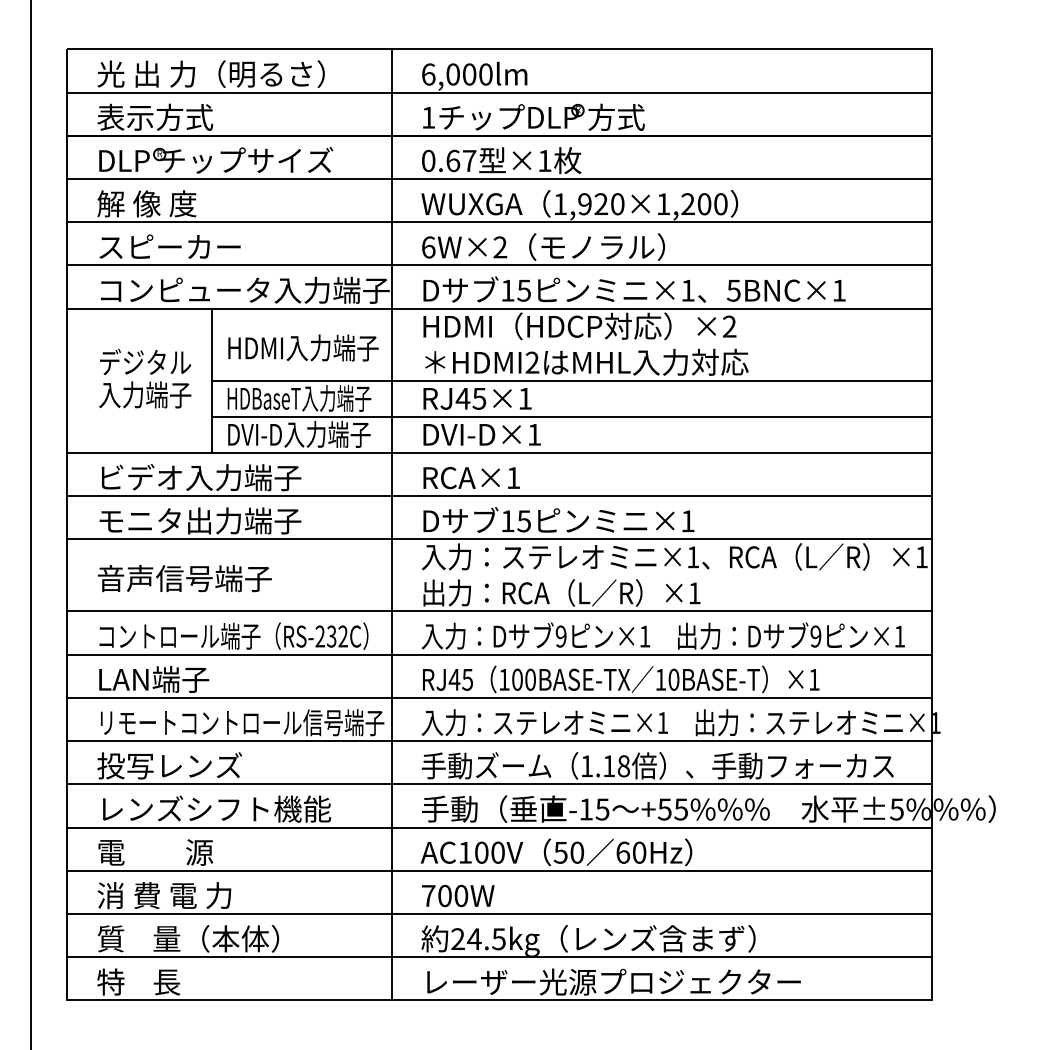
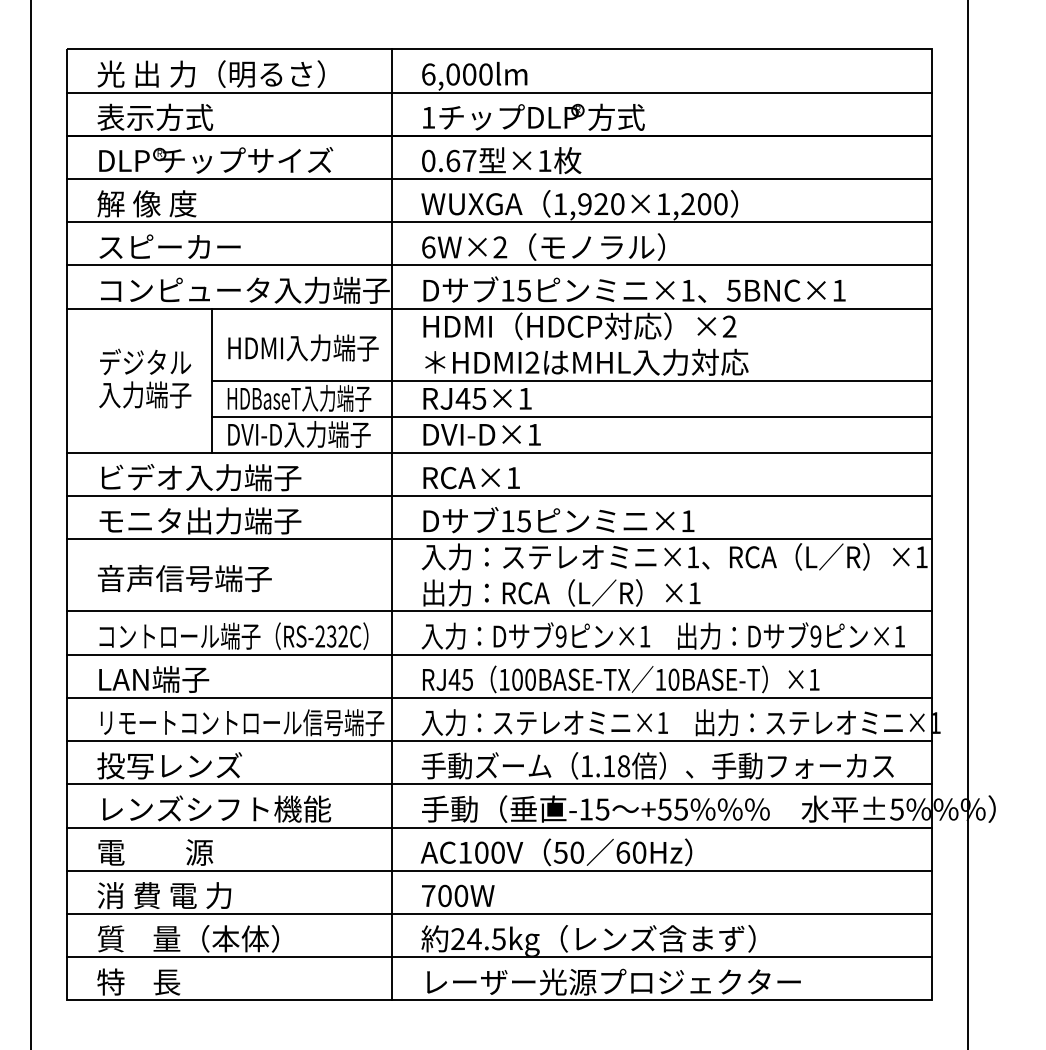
line at (968, 524): none -> present
